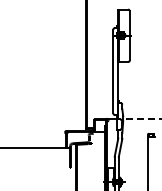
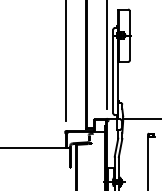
line at (107, 55): none -> present
line at (66, 61): none -> present
line at (142, 119): dashed -> solid
